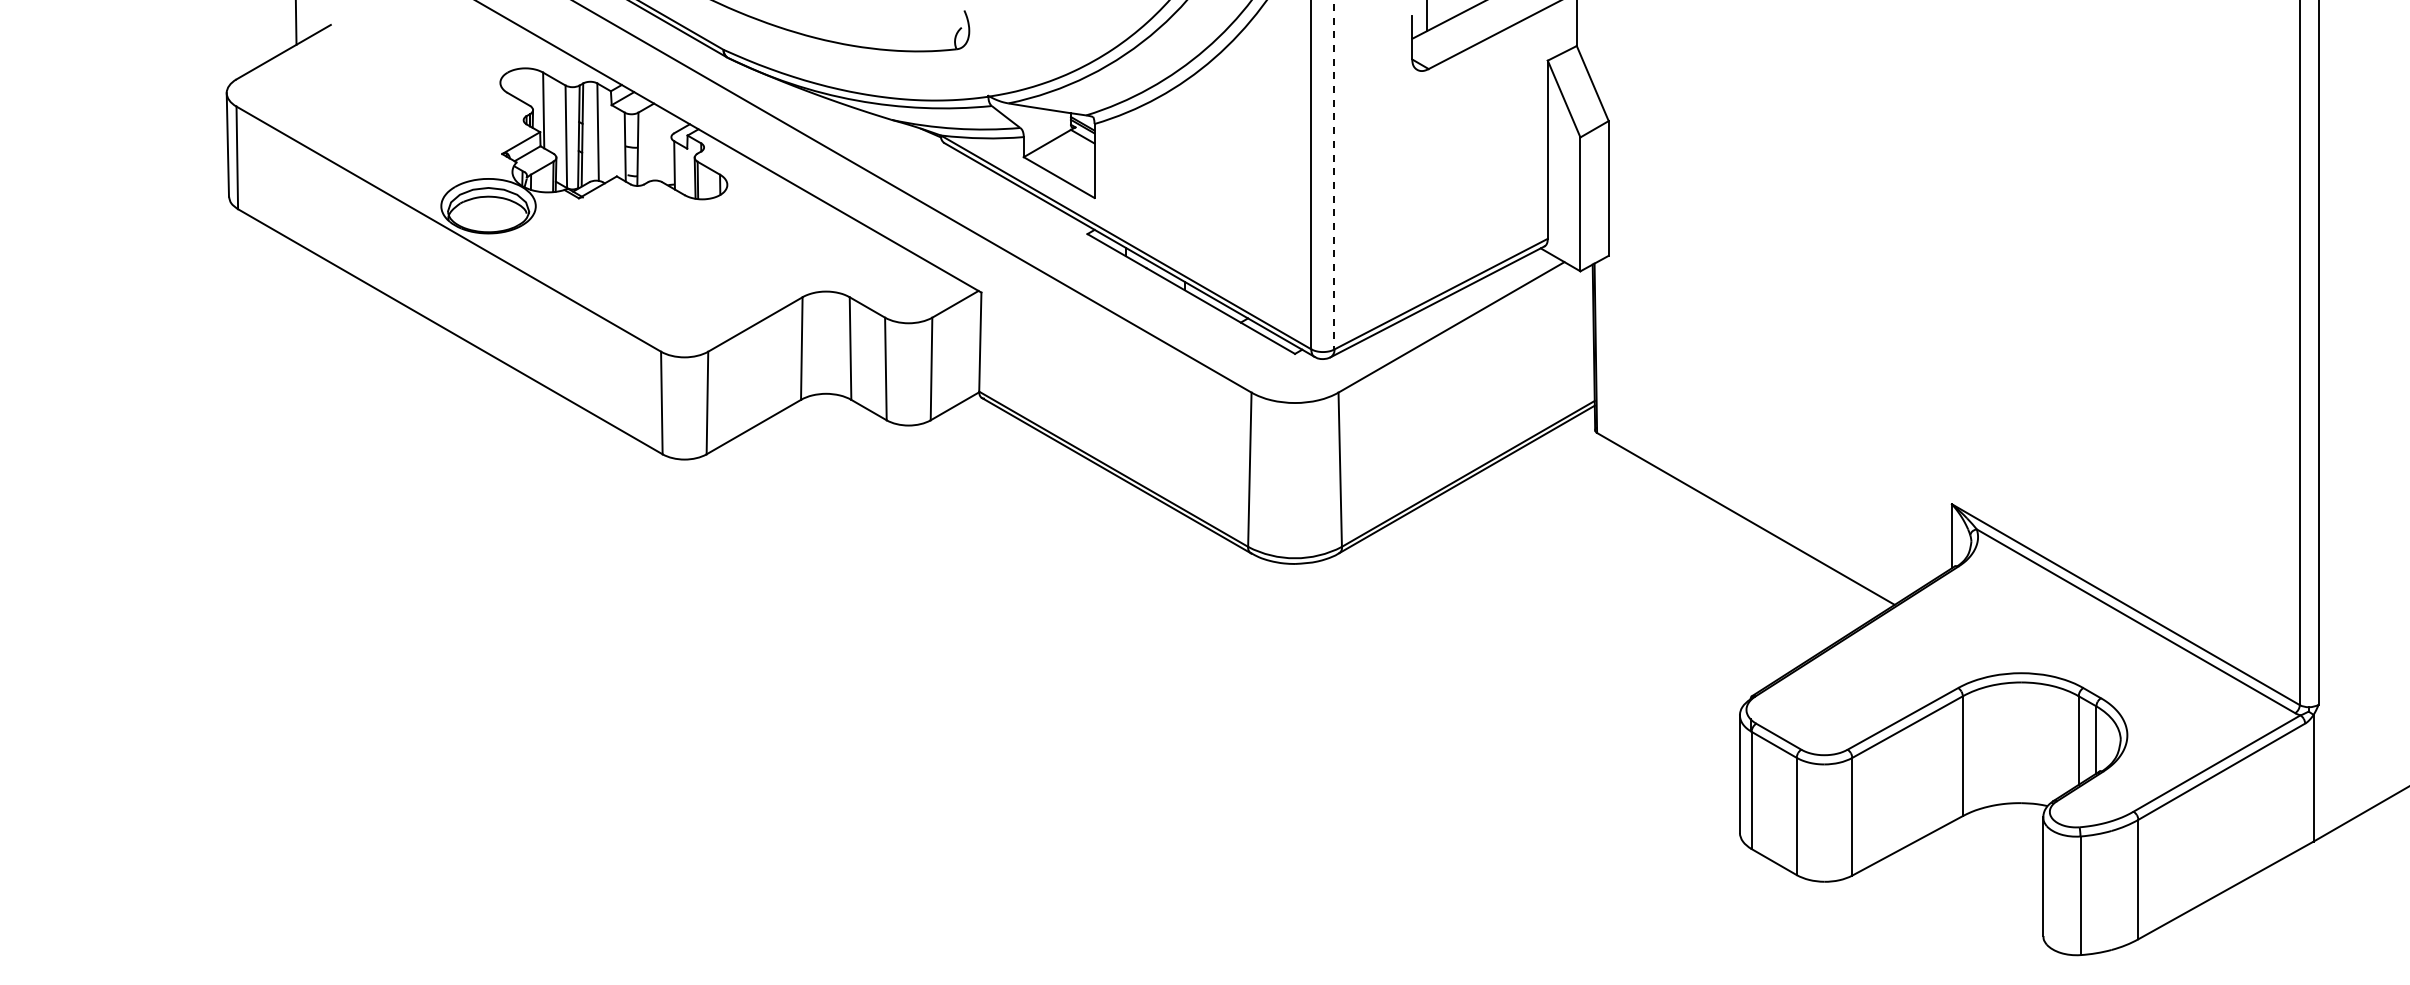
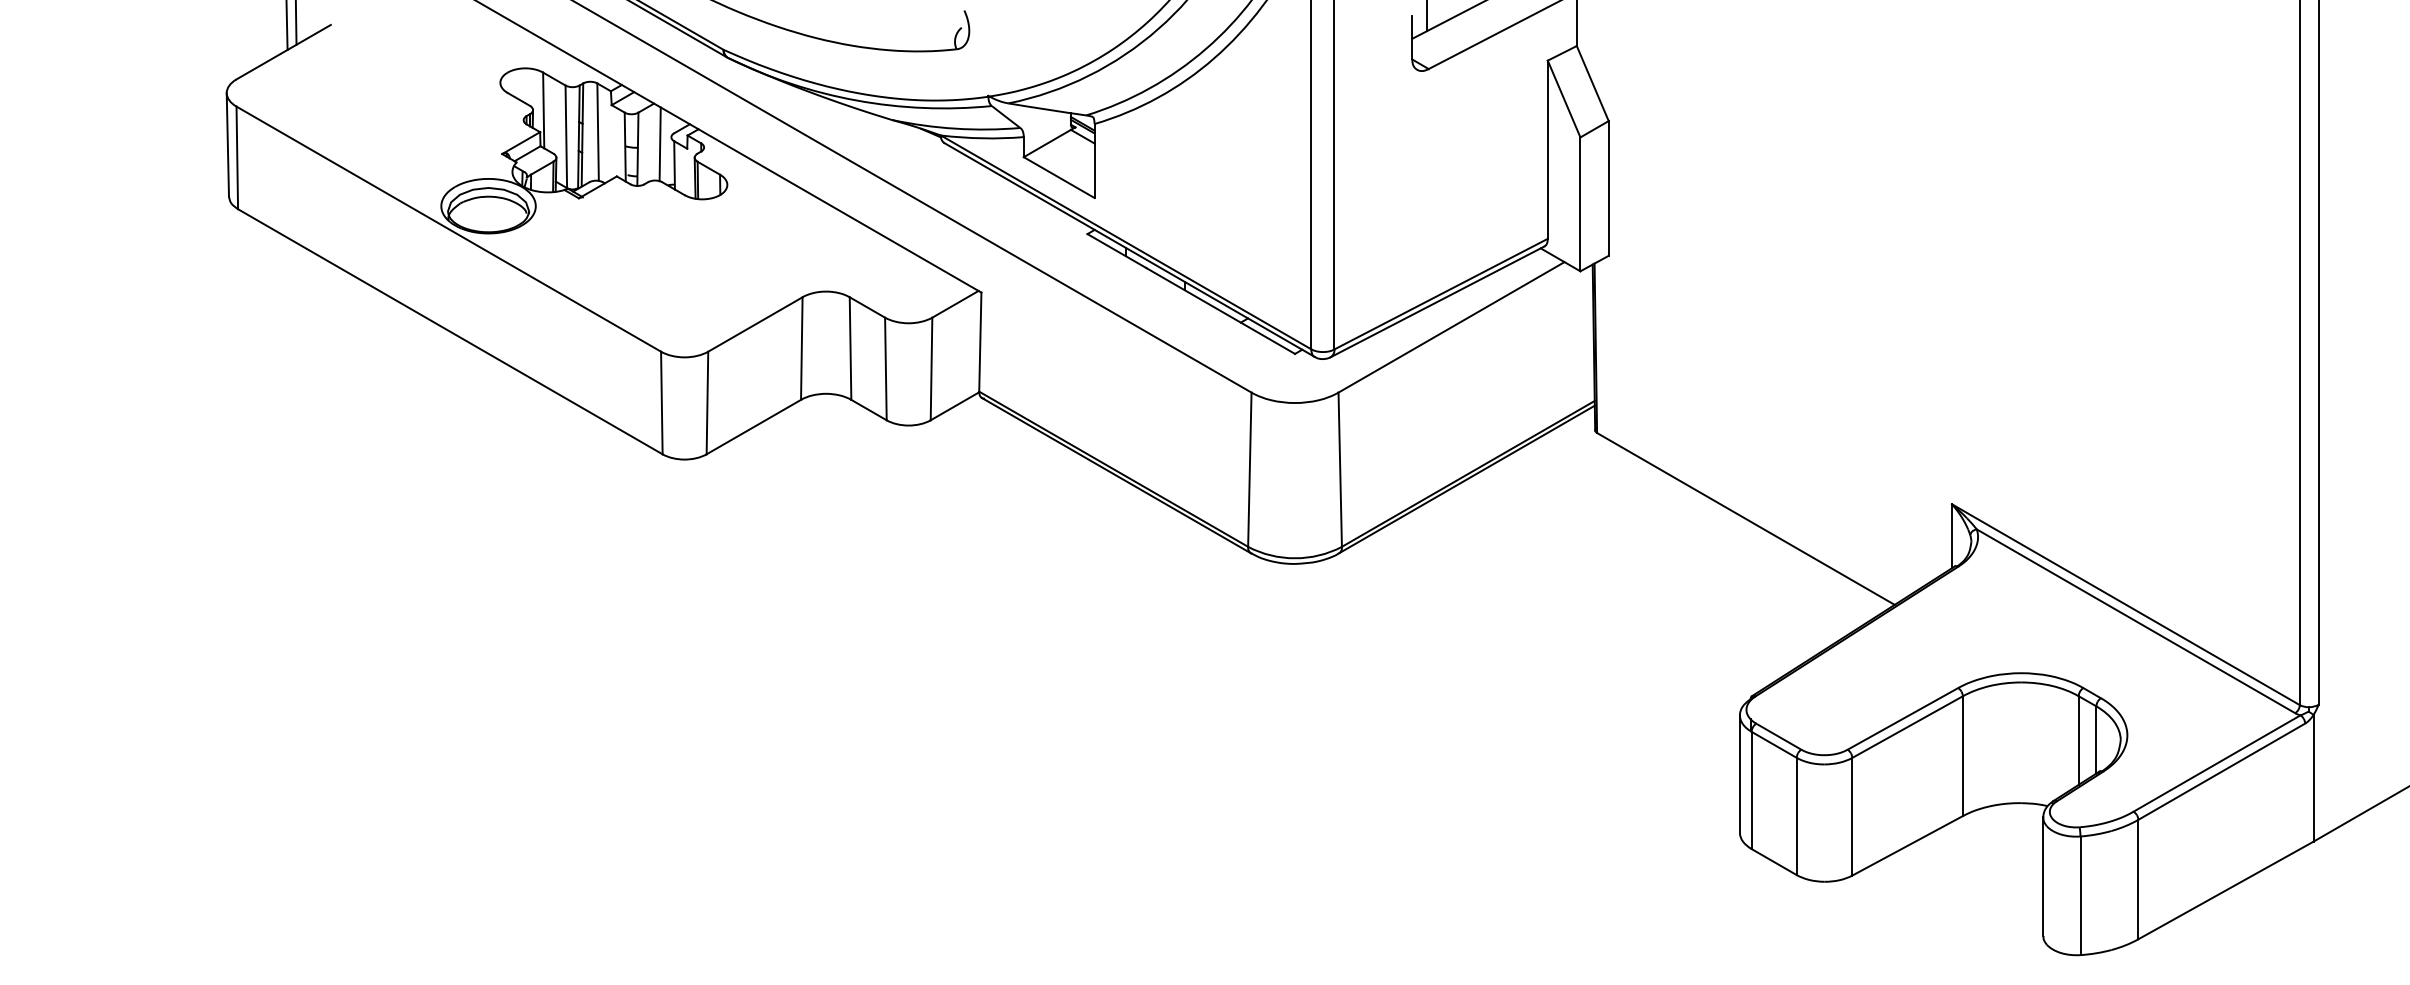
line at (286, 25): none -> present
line at (659, 144): none -> present
line at (1334, 175): dashed -> solid
